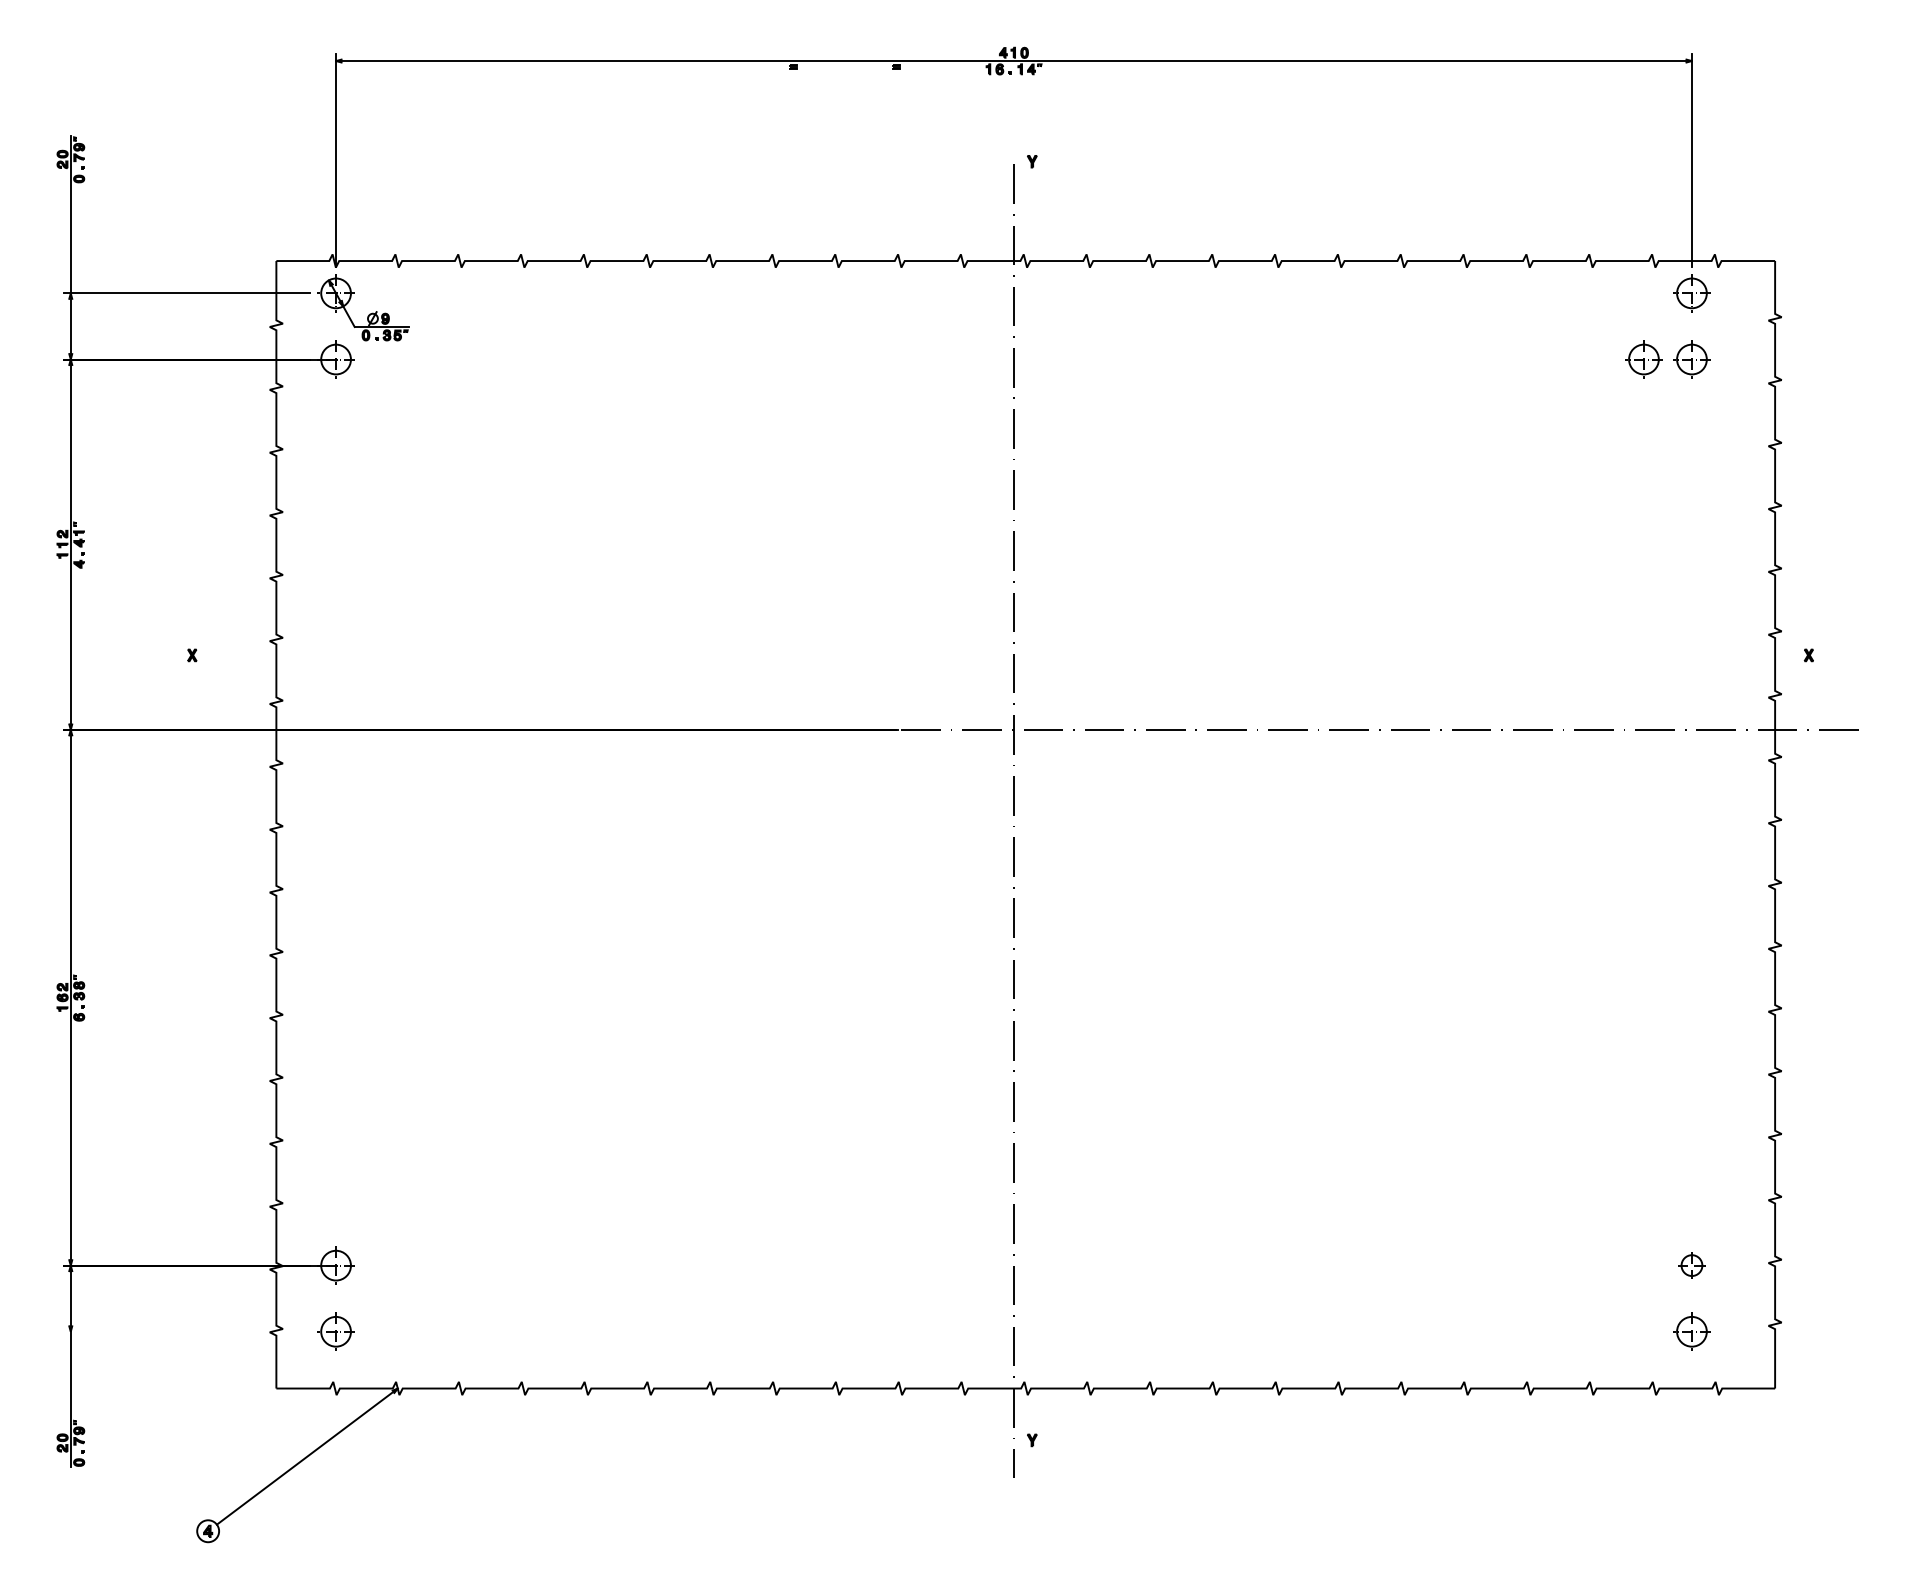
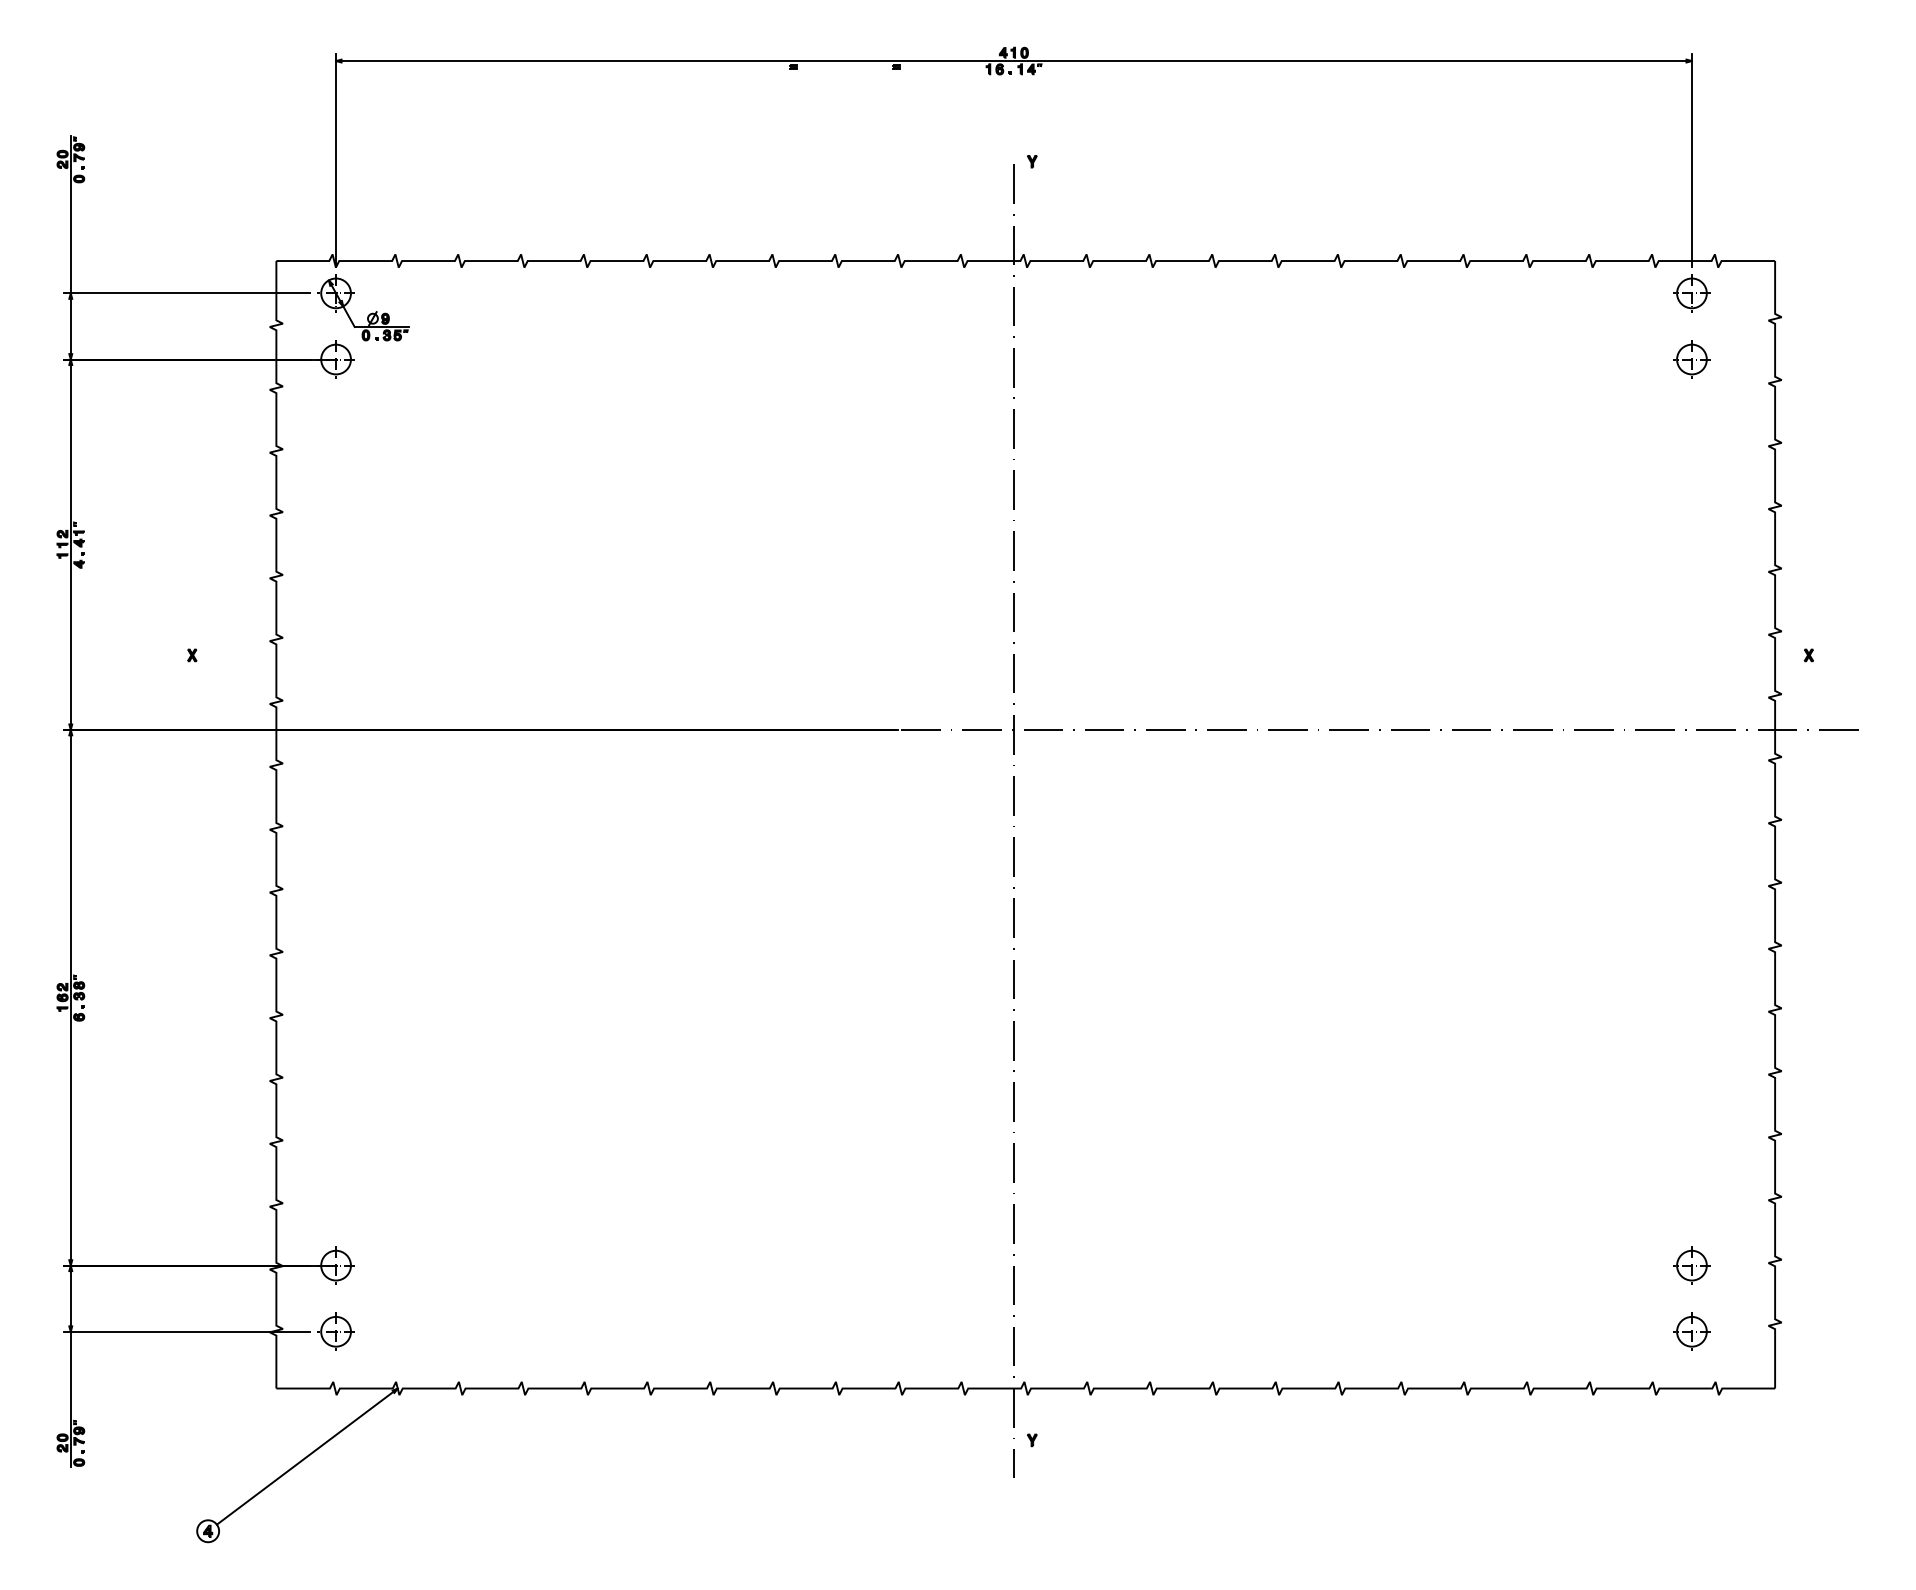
part at (1643, 359): present -> none
part at (1691, 1265) size: 28x27 px -> 38x39 px
line at (187, 1331): none -> present
